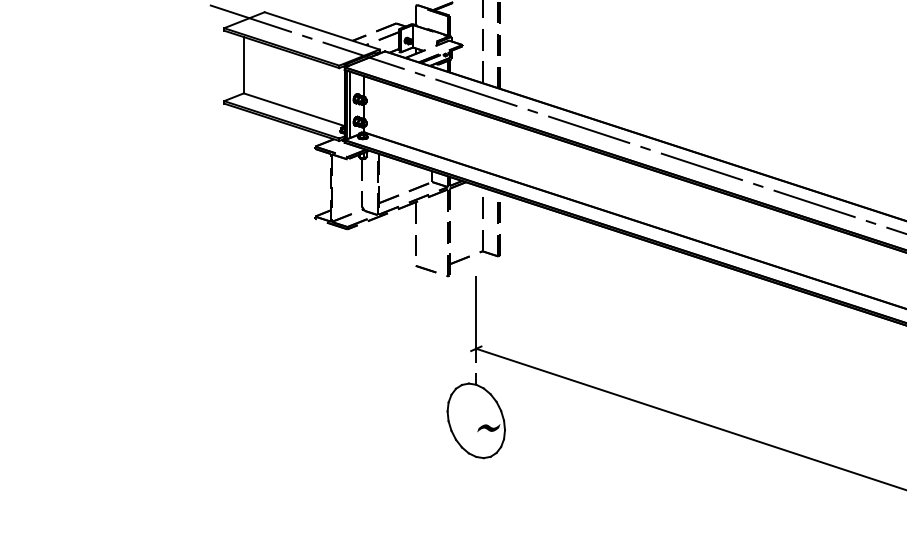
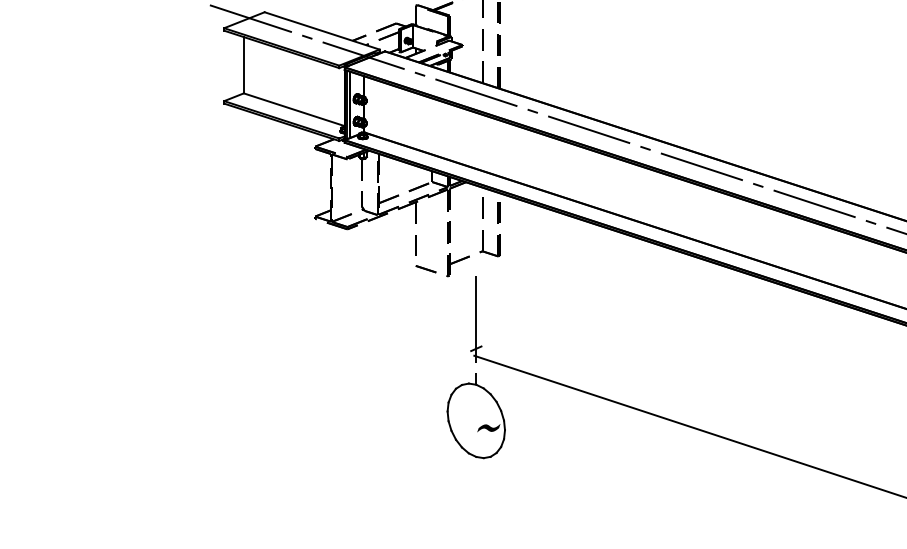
line at (689, 418) position: (689, 418) -> (688, 426)
